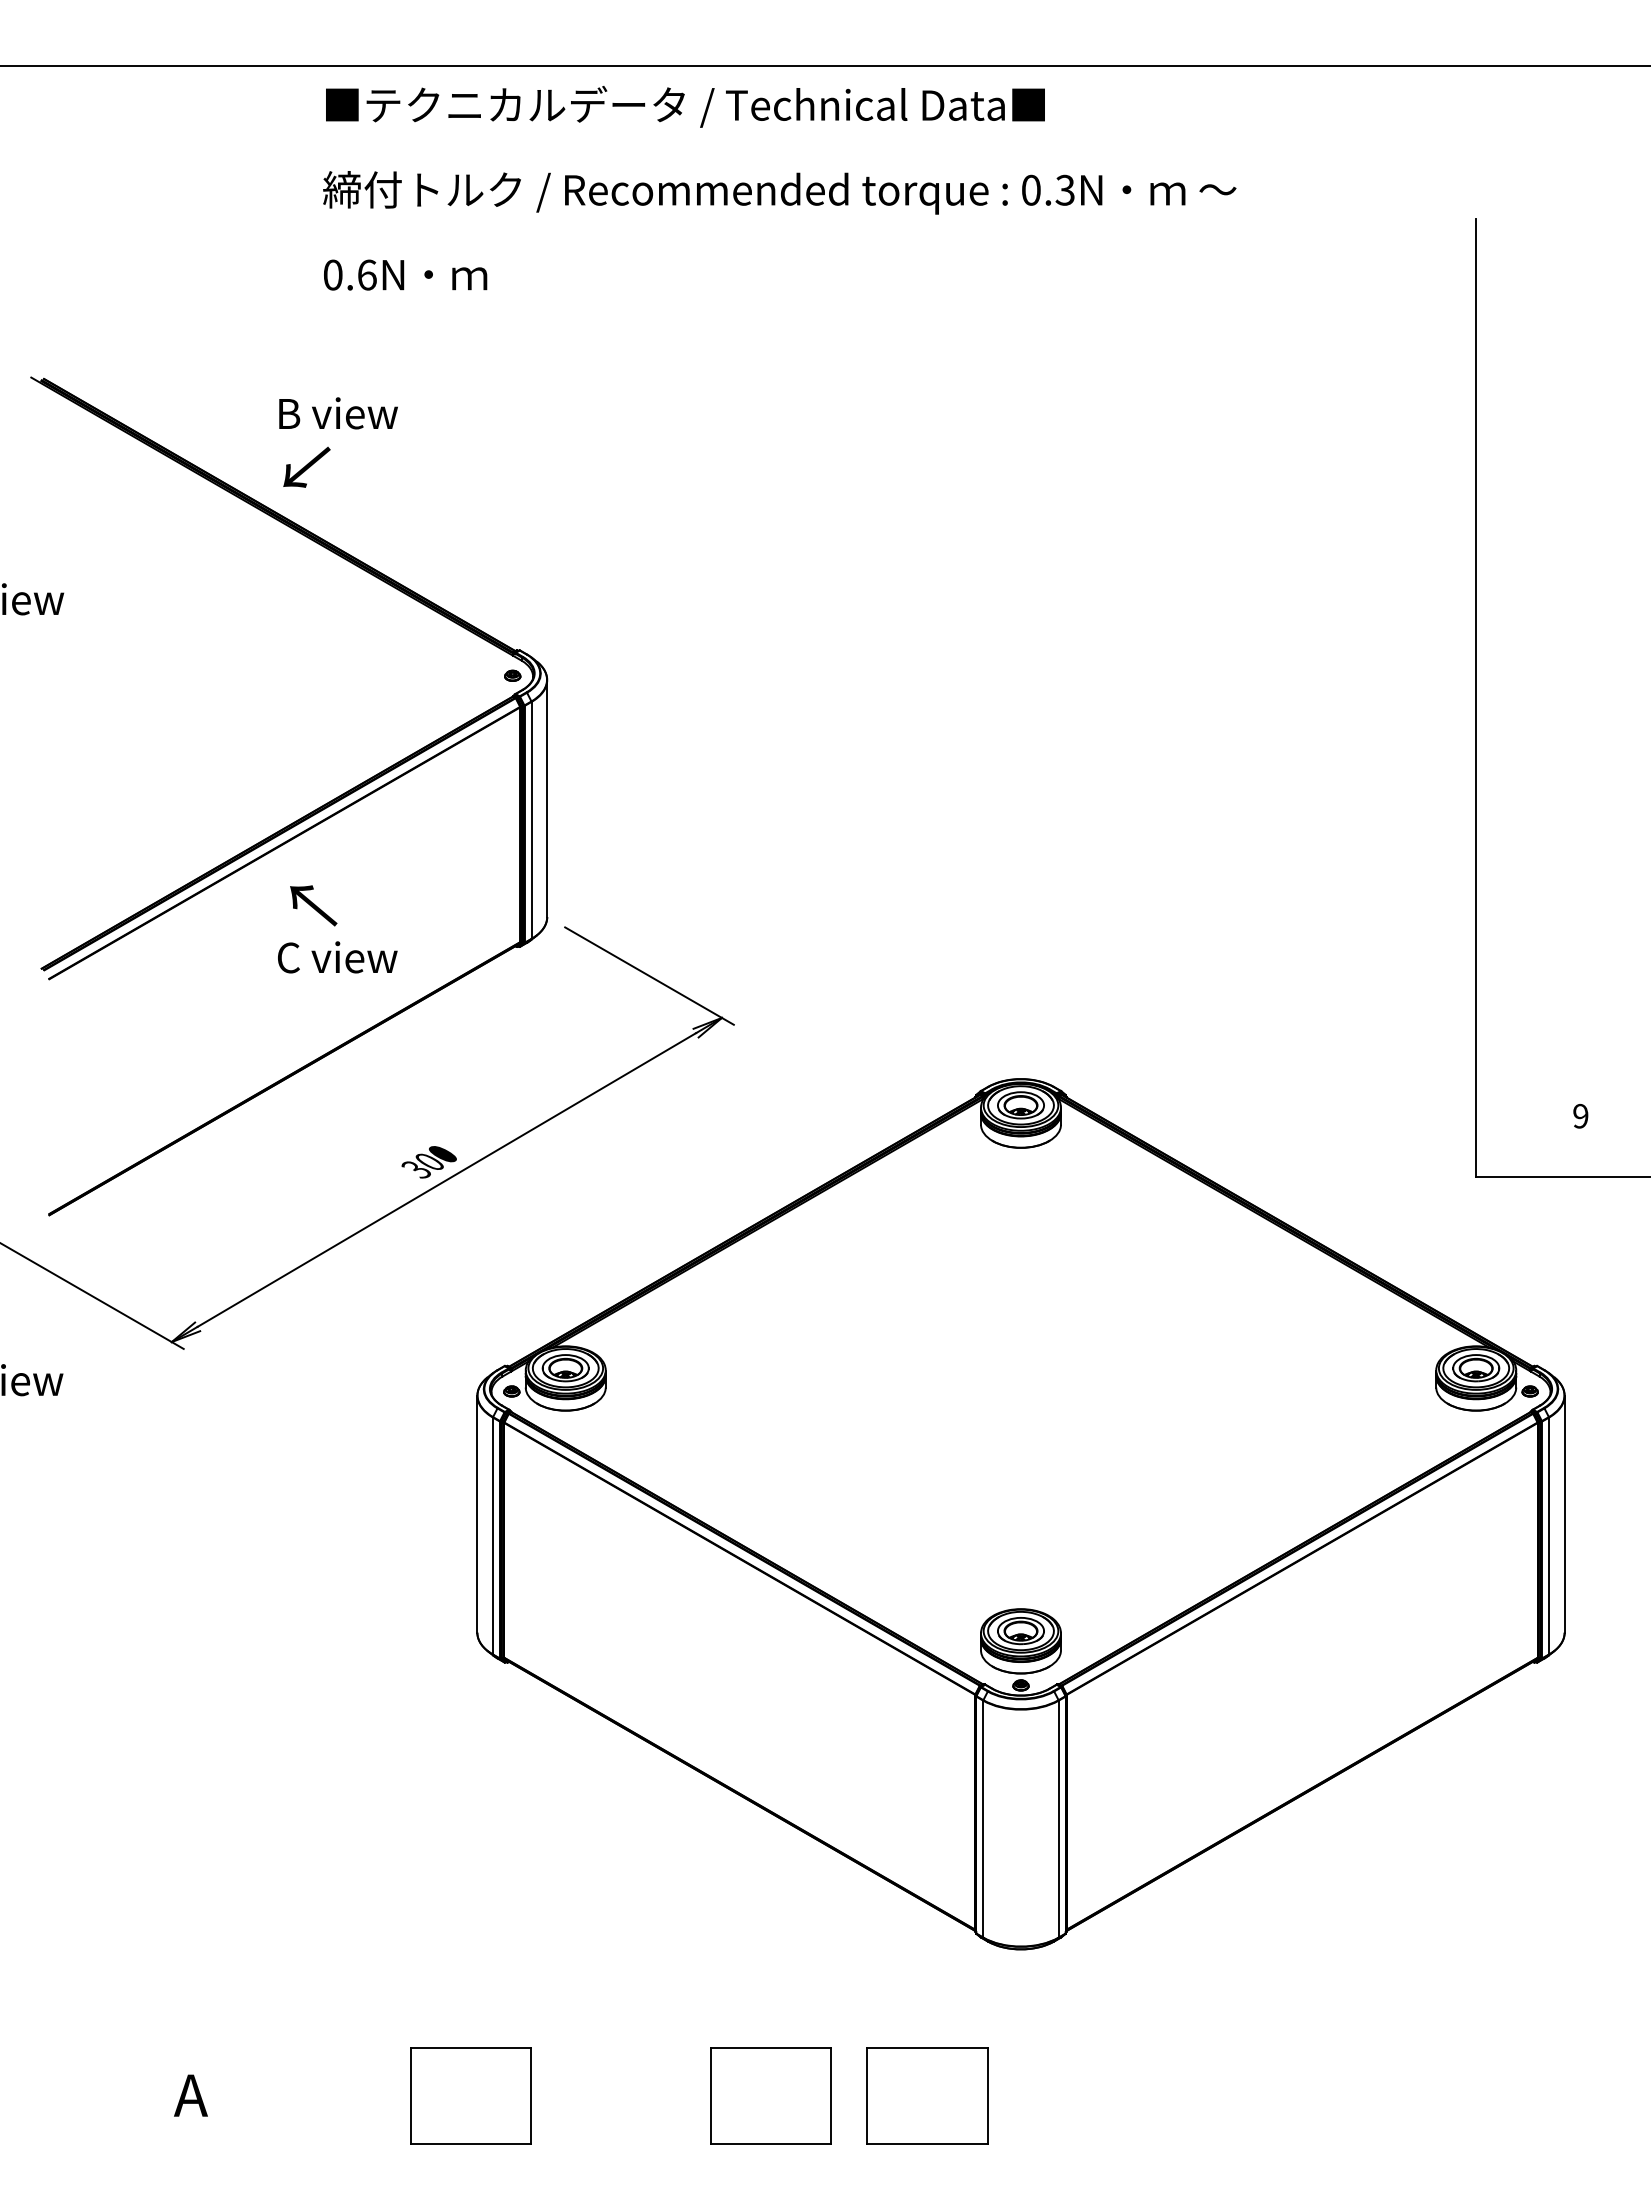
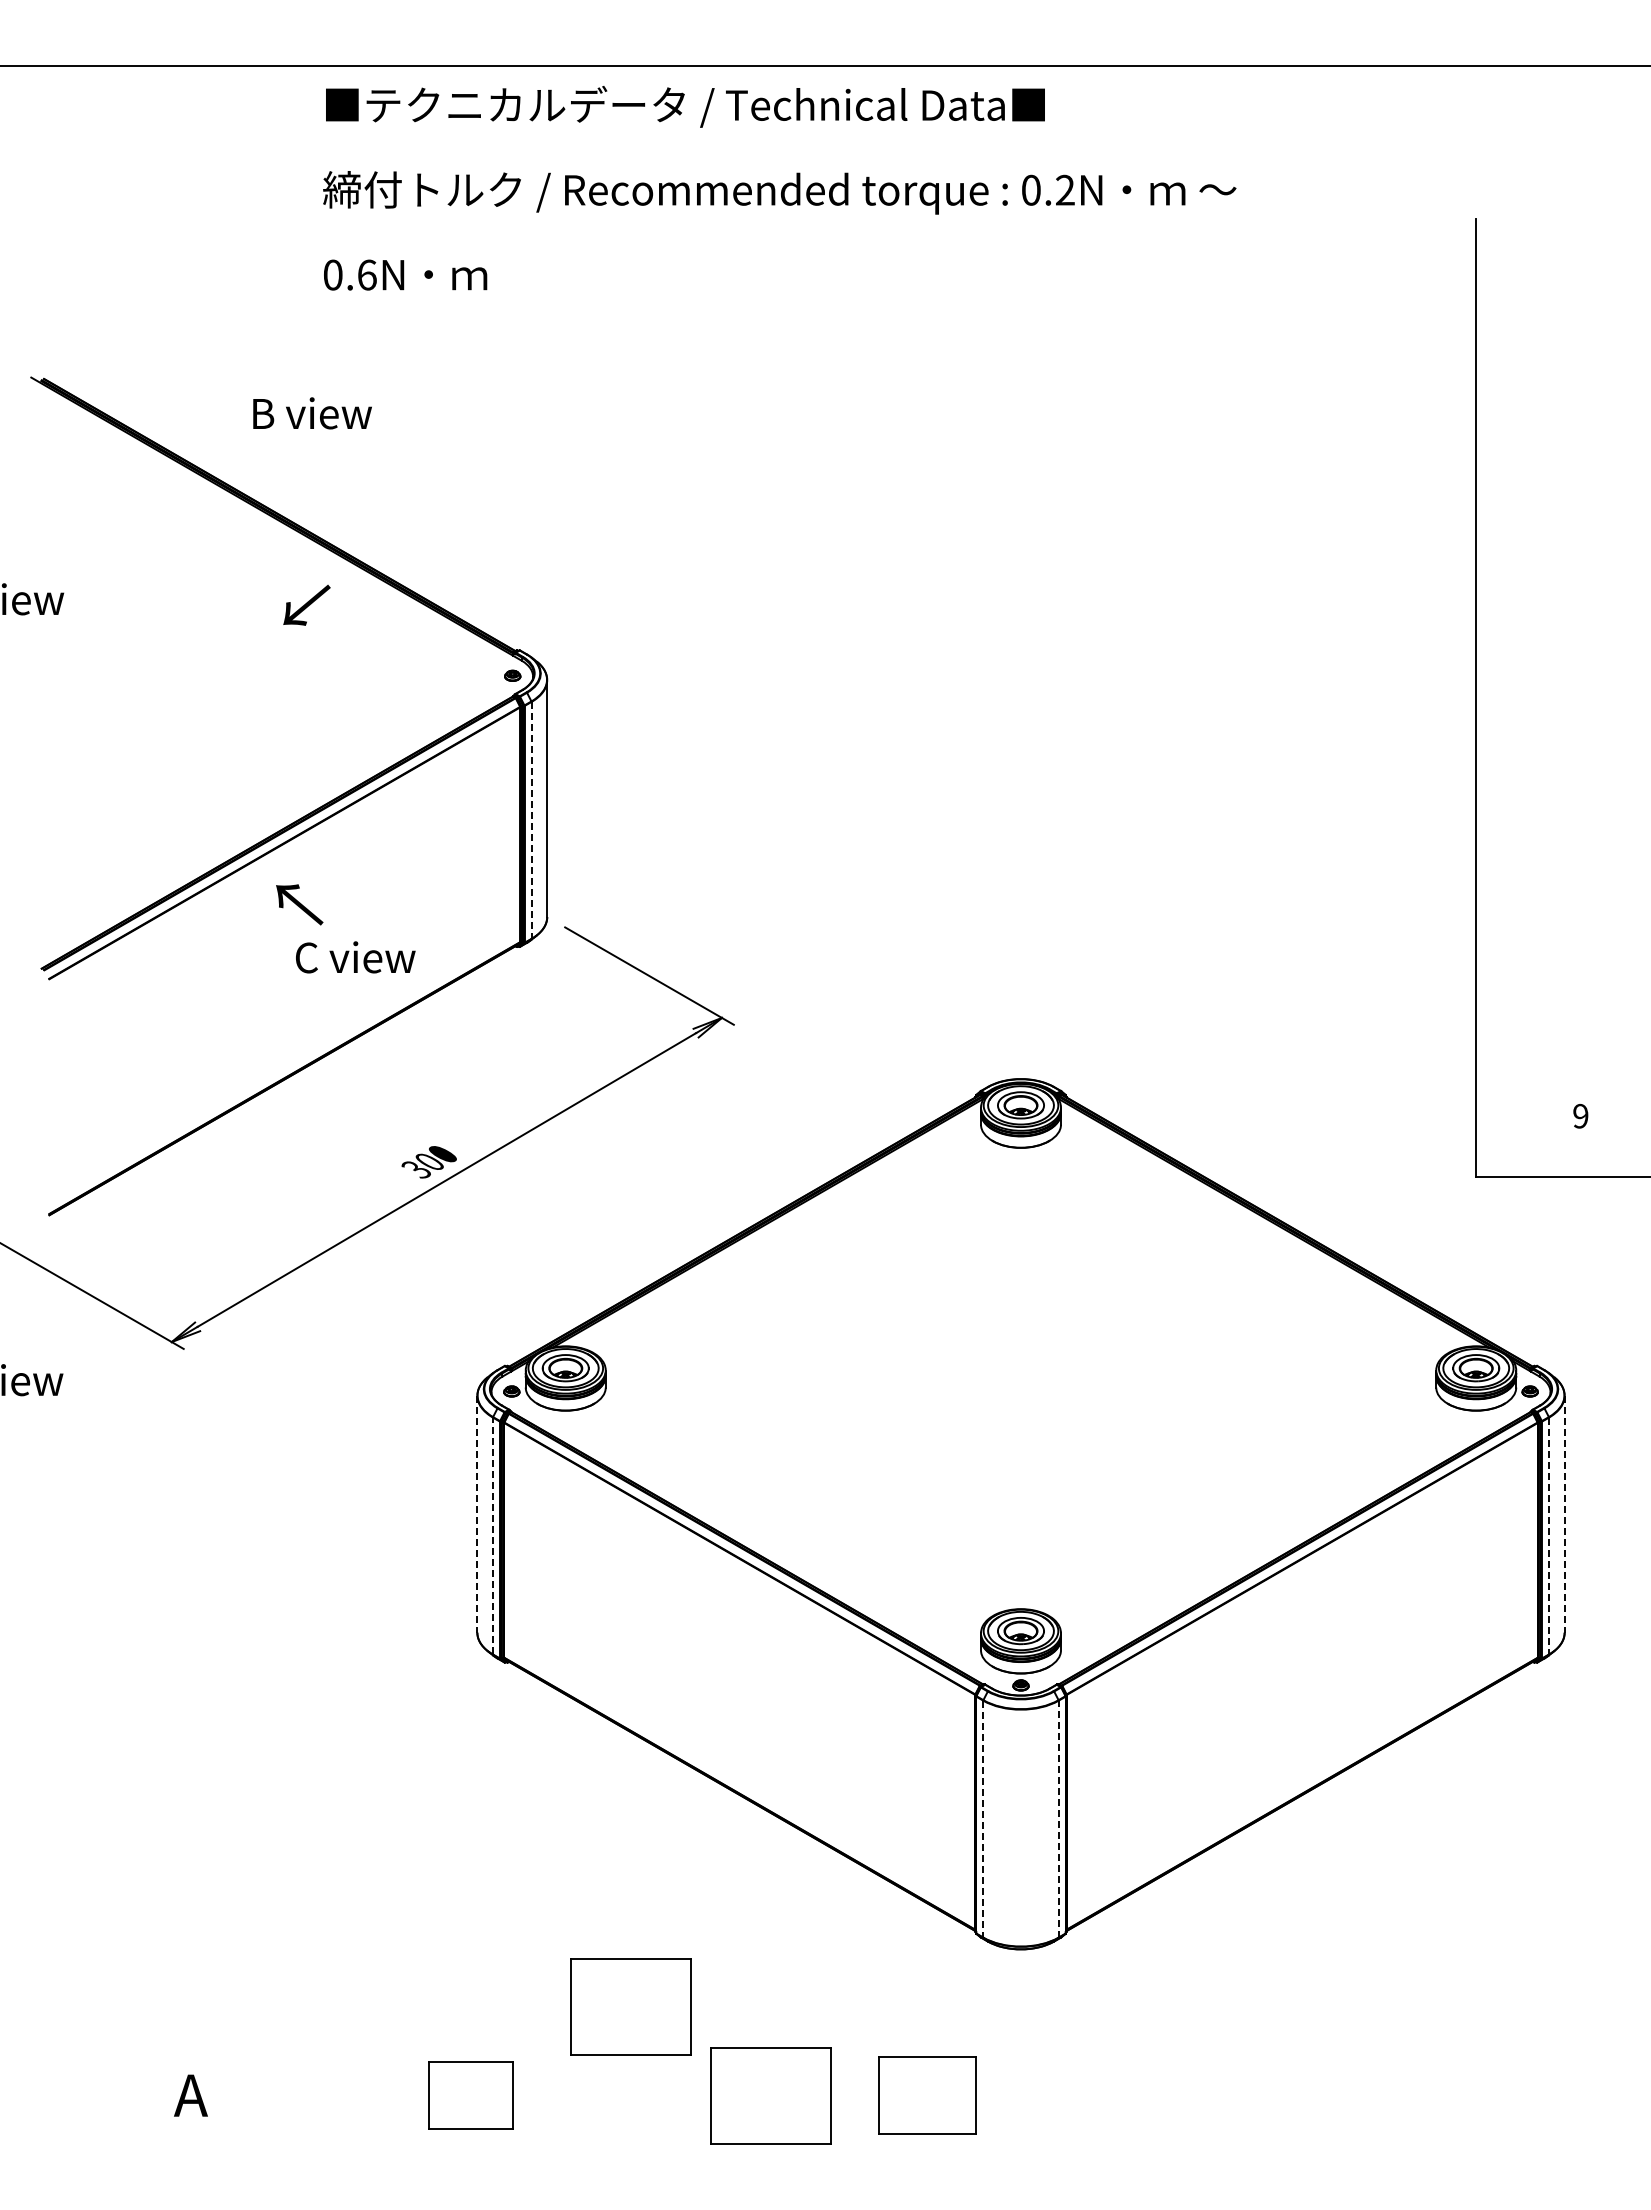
text at (1064, 190): 0.3N -> 0.2N
text at (338, 413) position: (338, 413) -> (312, 413)
text at (306, 466) position: (306, 466) -> (306, 604)
line at (531, 820): solid -> dashed
text at (313, 905) position: (313, 905) -> (299, 904)
text at (337, 957) position: (337, 957) -> (355, 957)
line at (477, 1514): solid -> dashed
line at (1564, 1514): solid -> dashed
line at (492, 1535): solid -> dashed
line at (1549, 1536): solid -> dashed
line at (1058, 1818): solid -> dashed
line at (983, 1819): solid -> dashed
part at (630, 2006): none -> present
part at (470, 2095) size: 122x98 px -> 86x69 px
part at (927, 2095) size: 123x98 px -> 99x79 px
